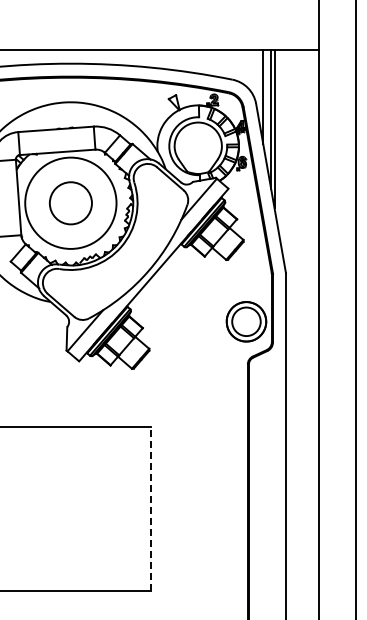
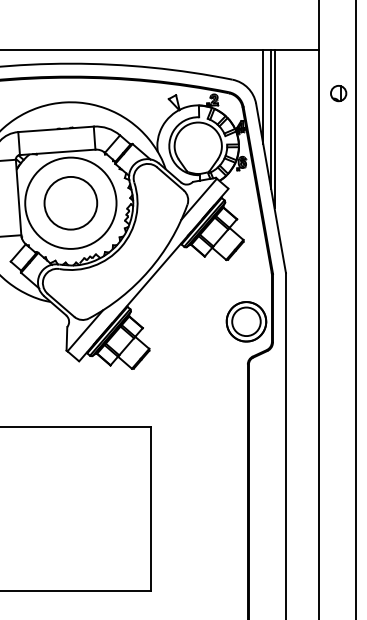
part at (338, 93): none -> present
circle at (70, 203) size: 44x45 px -> 56x55 px
line at (150, 508): dashed -> solid
